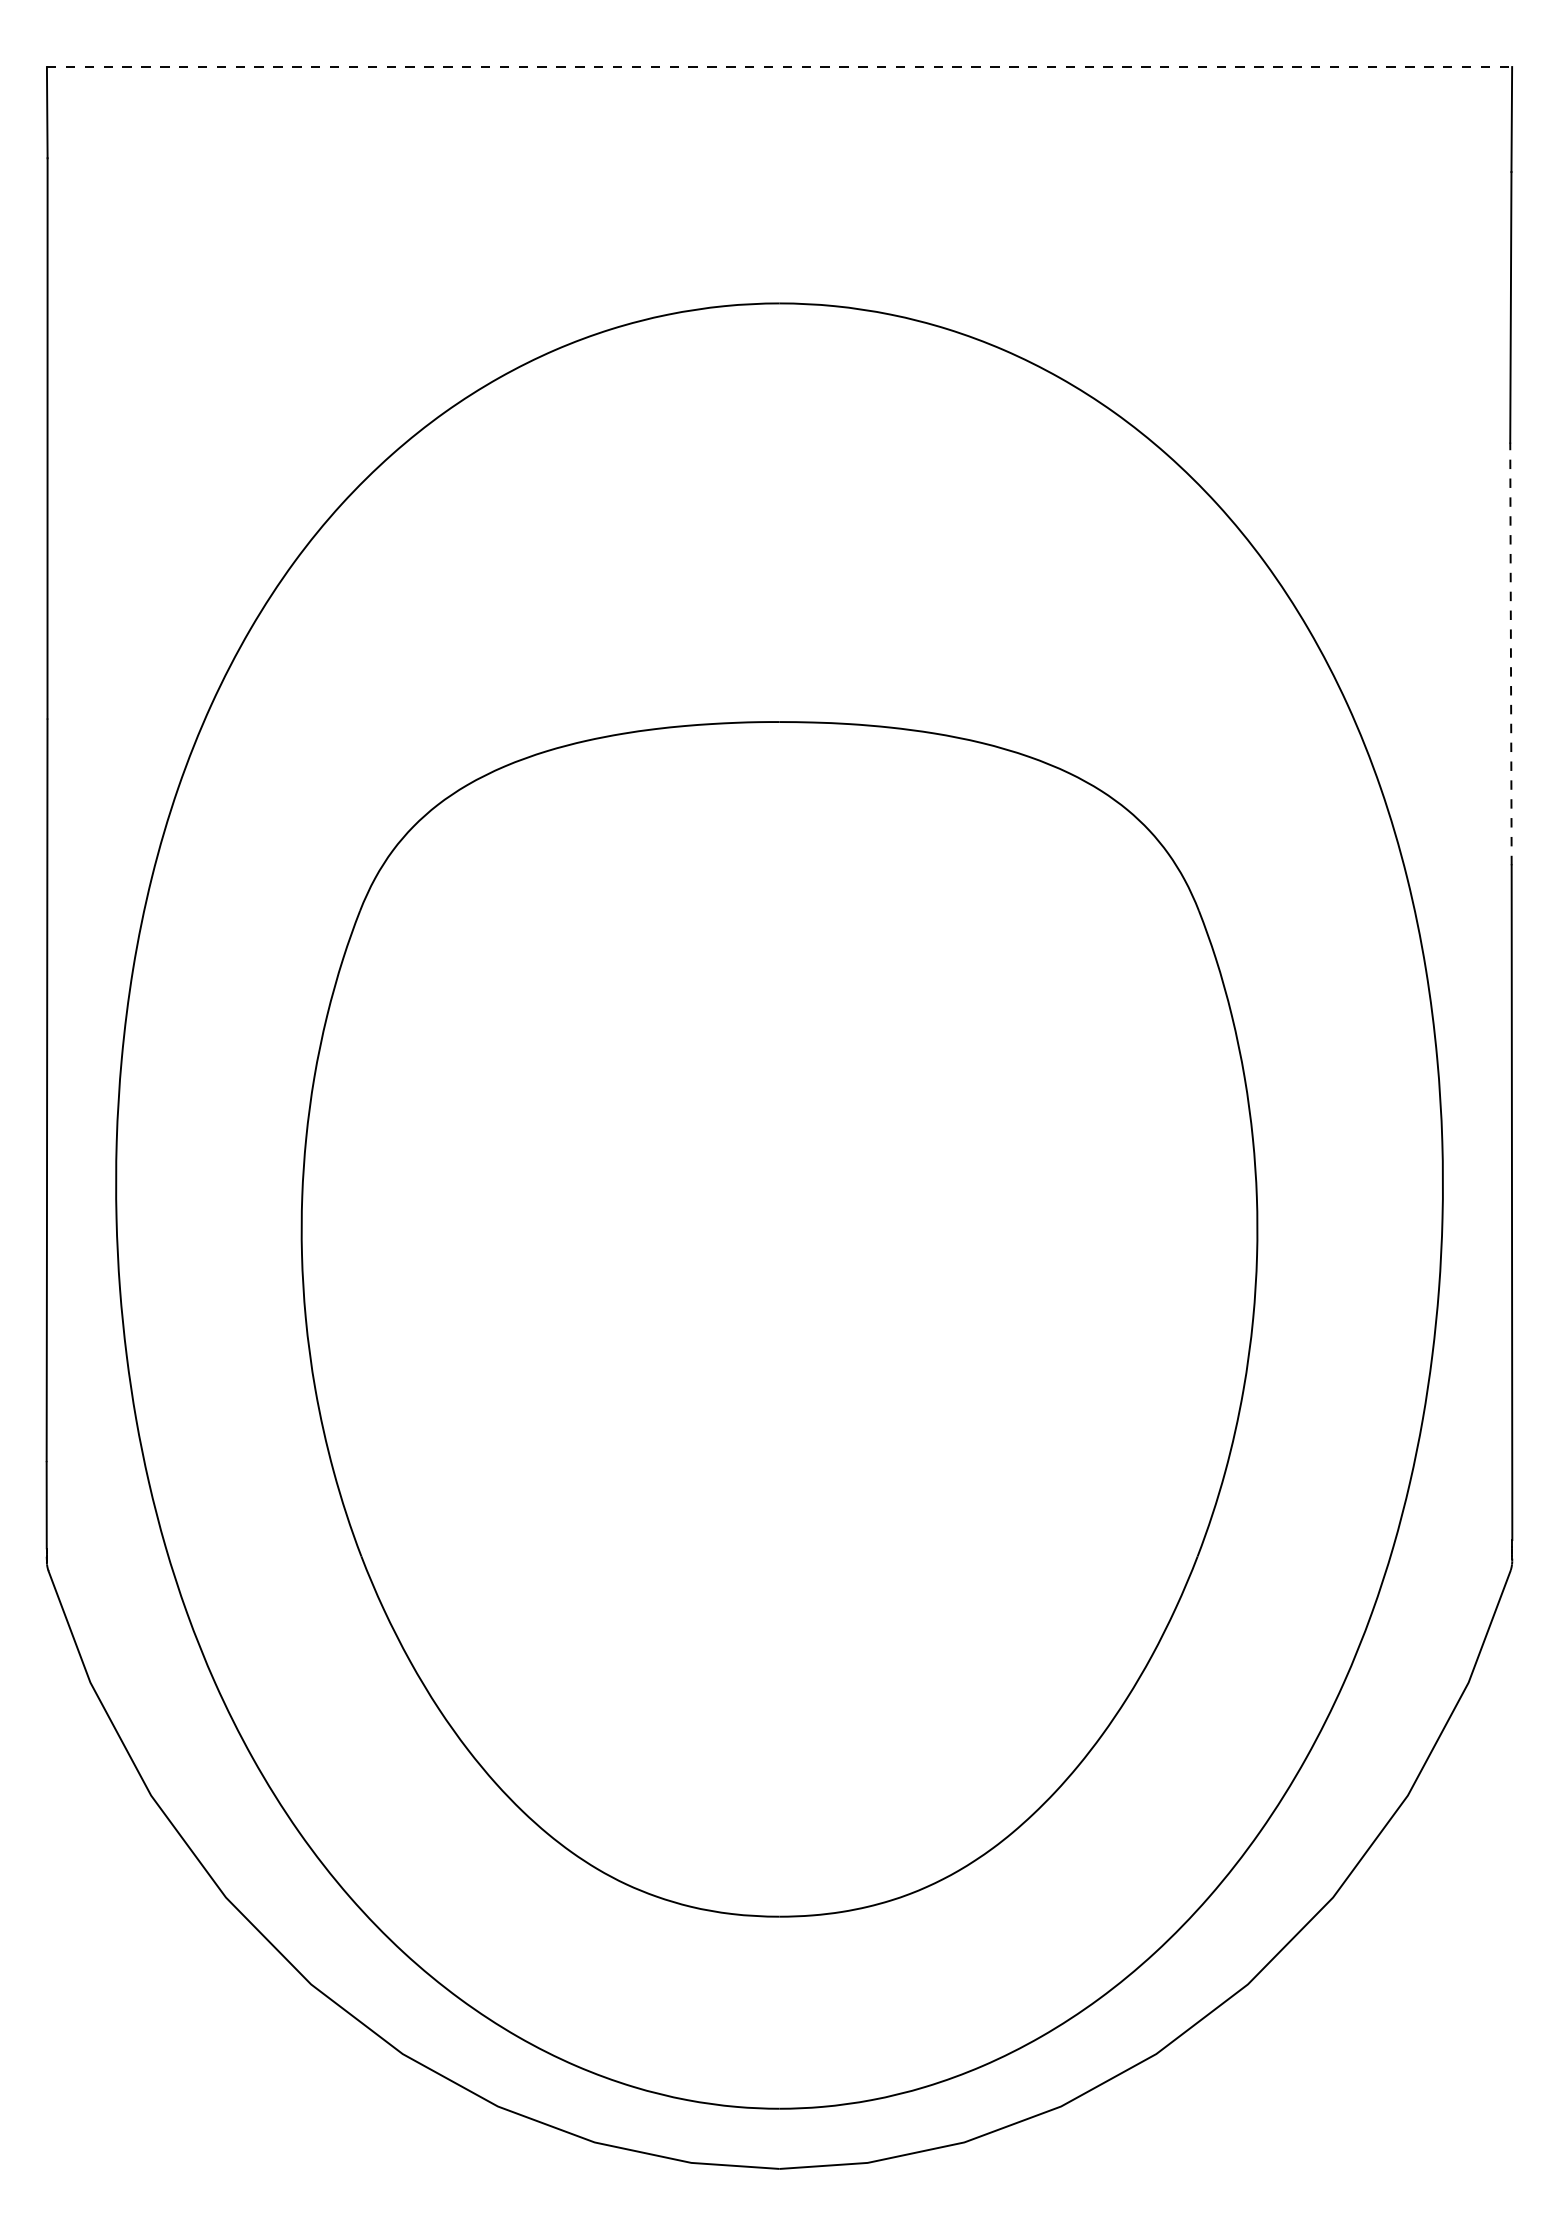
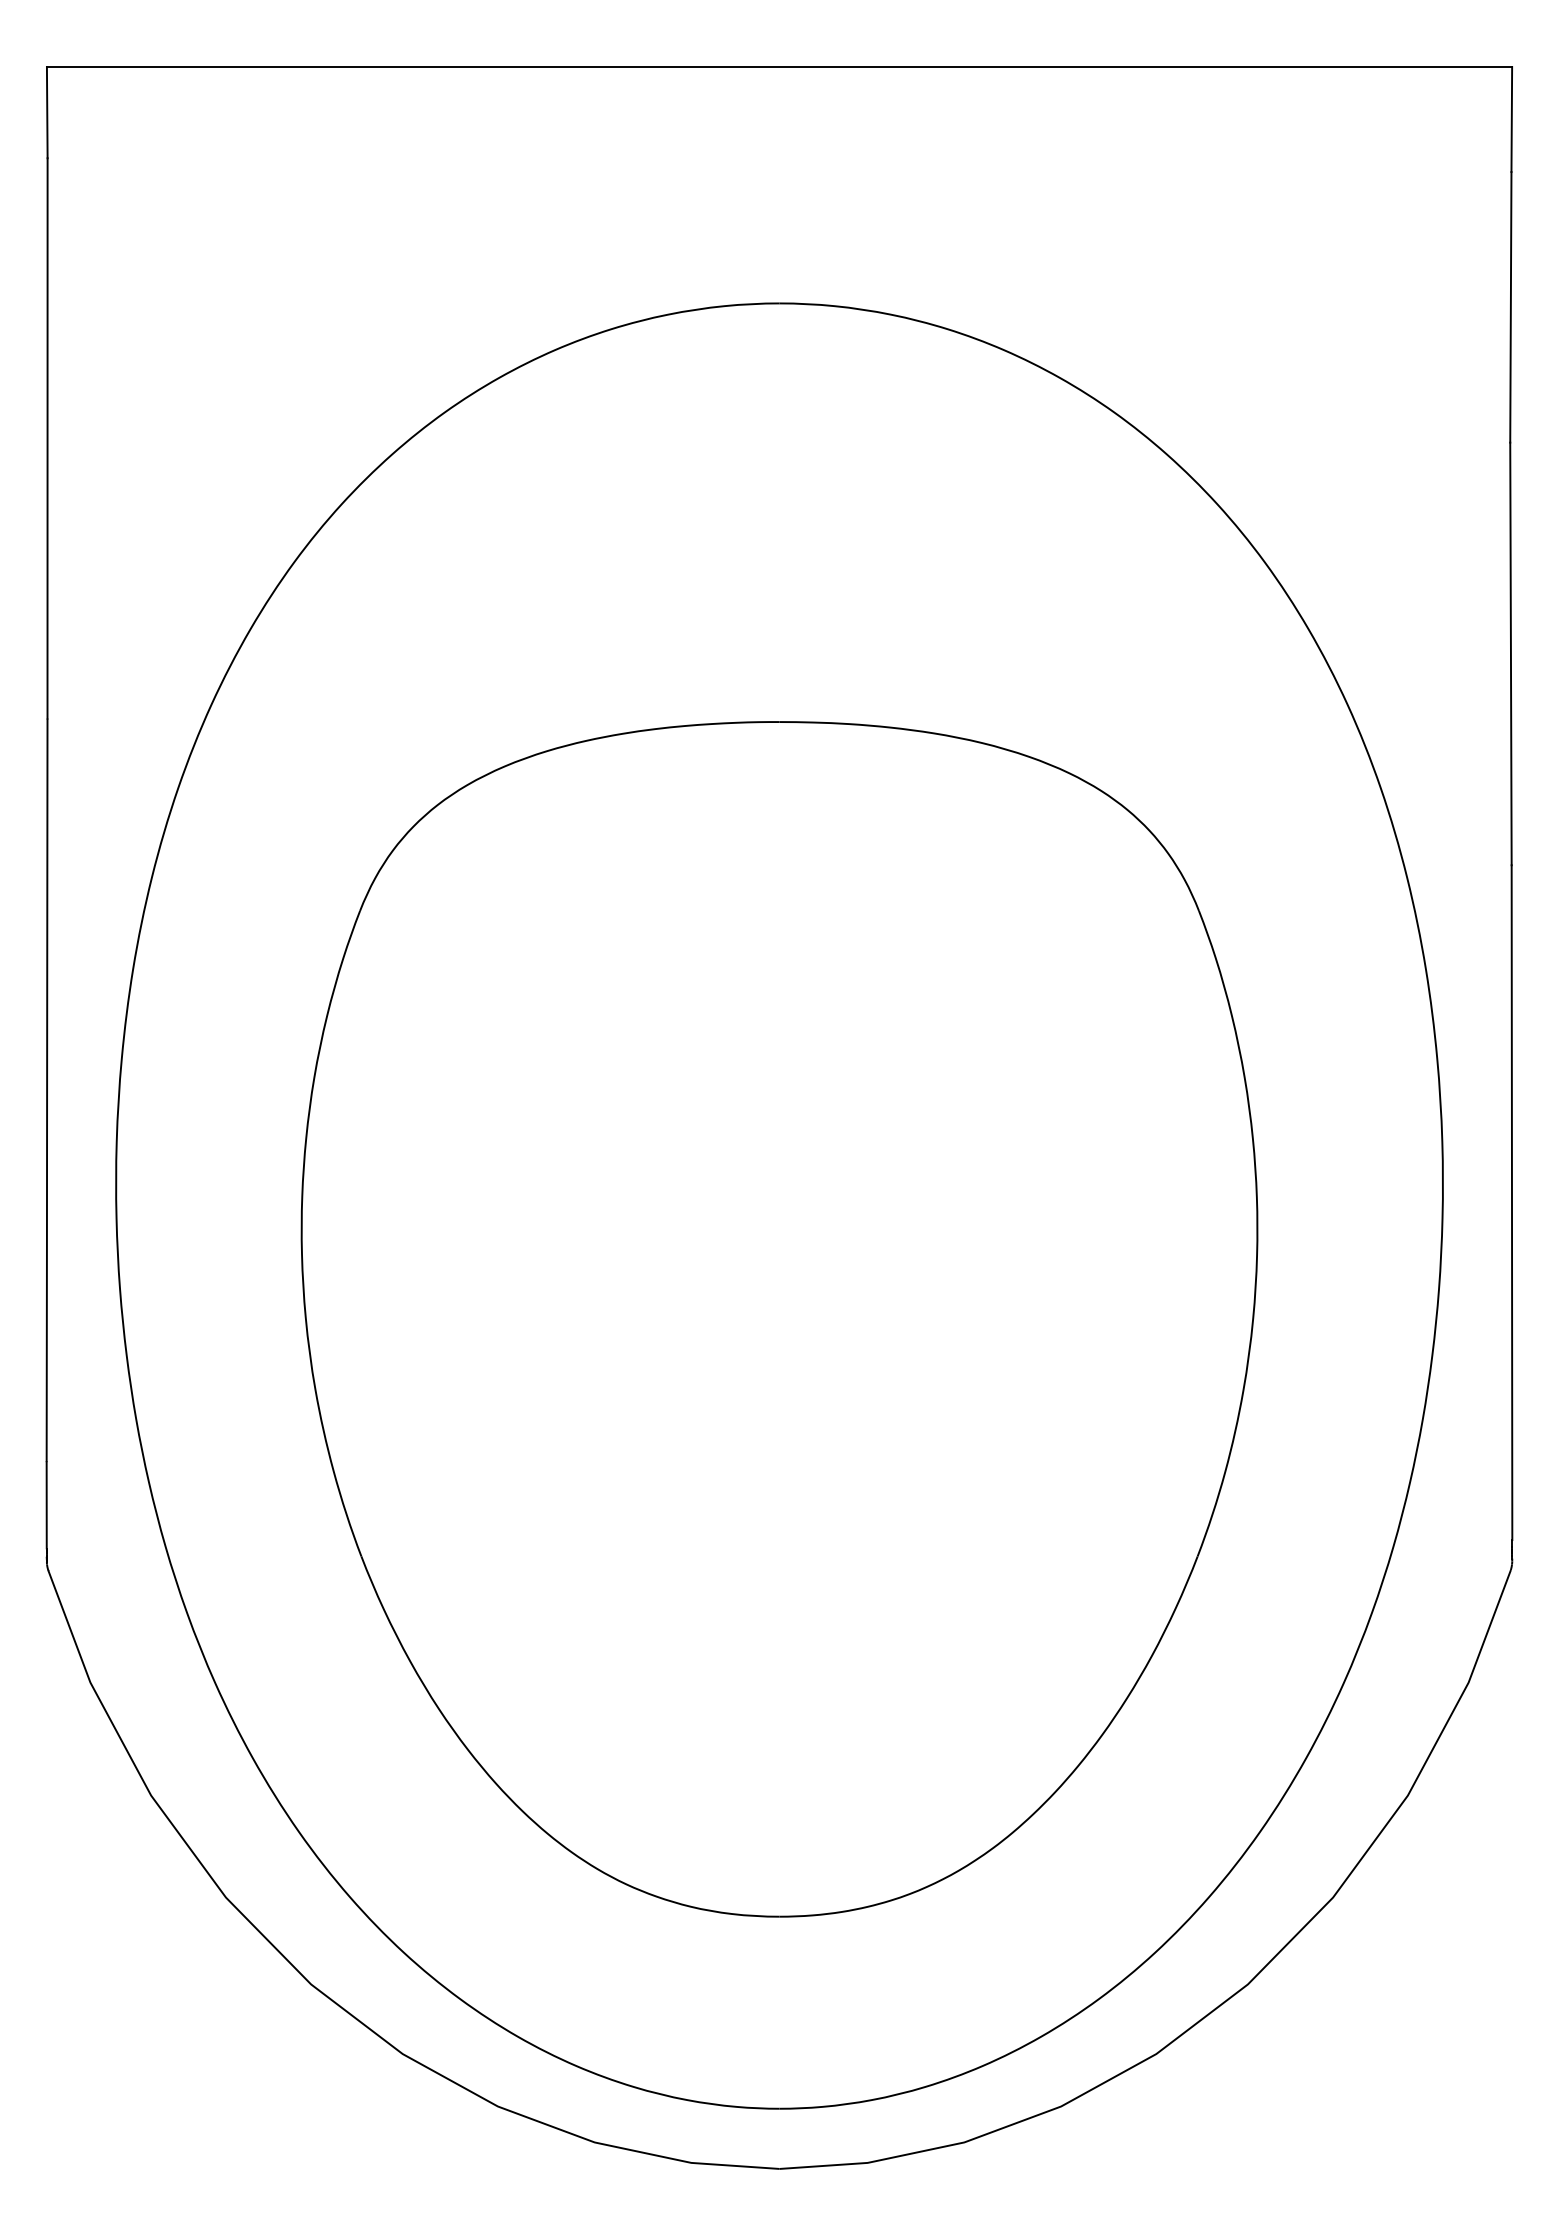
line at (779, 67): dashed -> solid
line at (1510, 653): dashed -> solid
